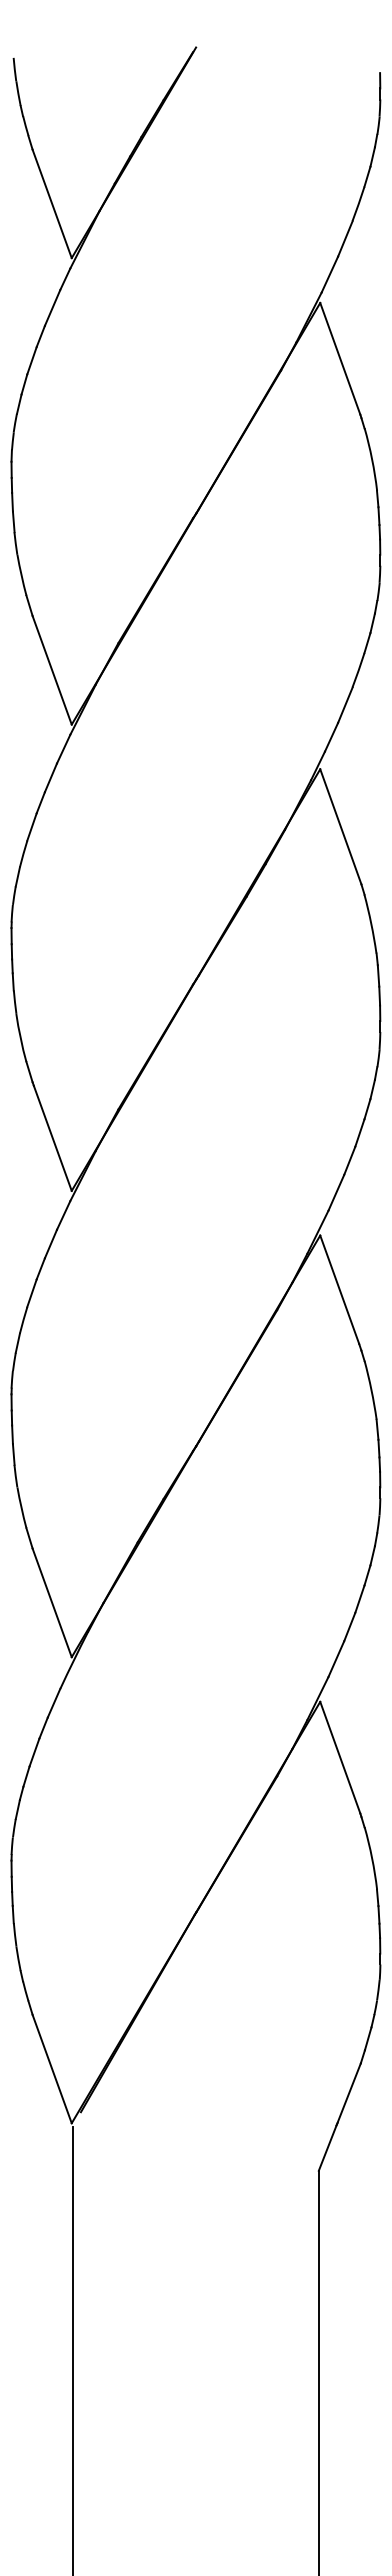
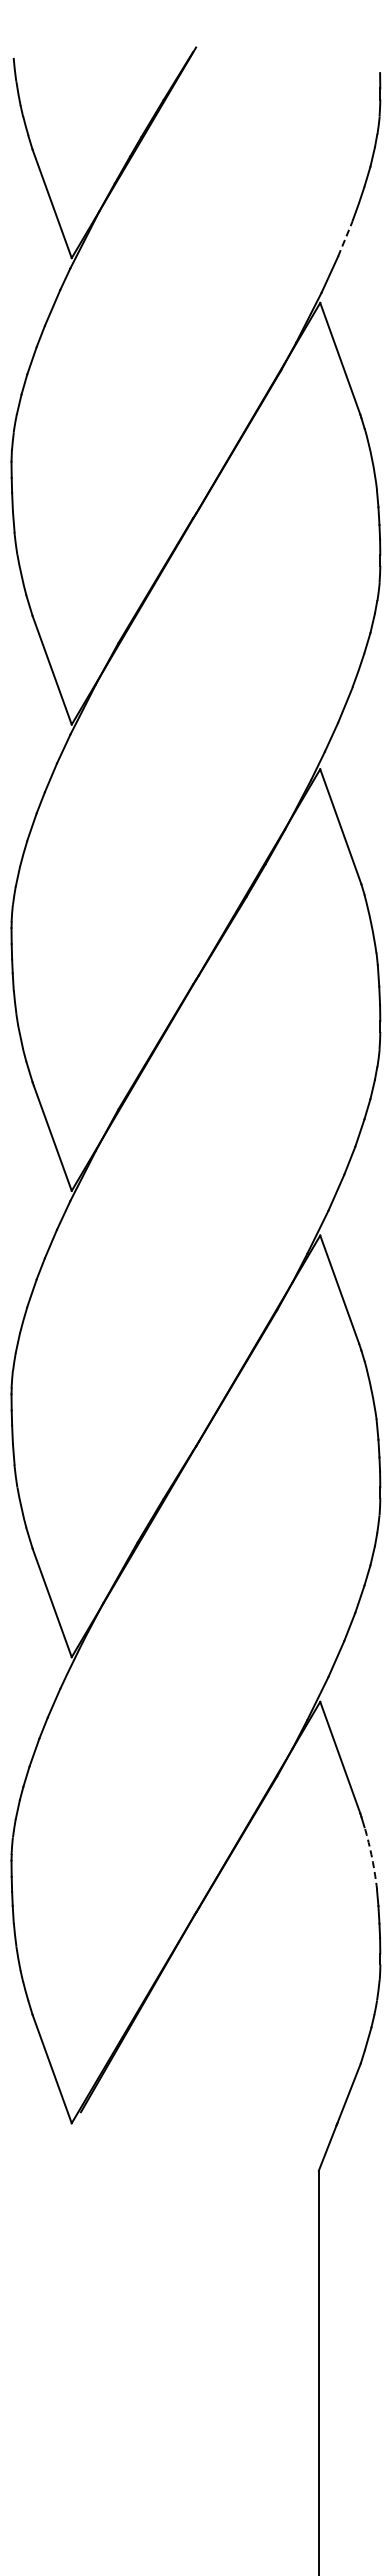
line at (345, 238): solid -> dashed
arc at (372, 1858): solid -> dashed
line at (72, 2349): present -> none
